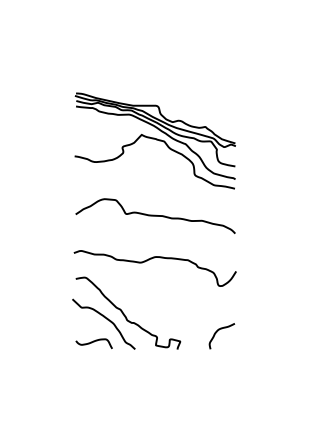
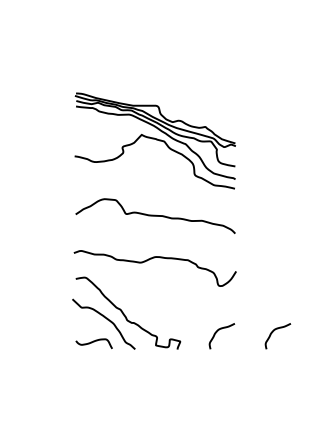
curve at (273, 332): none -> present
